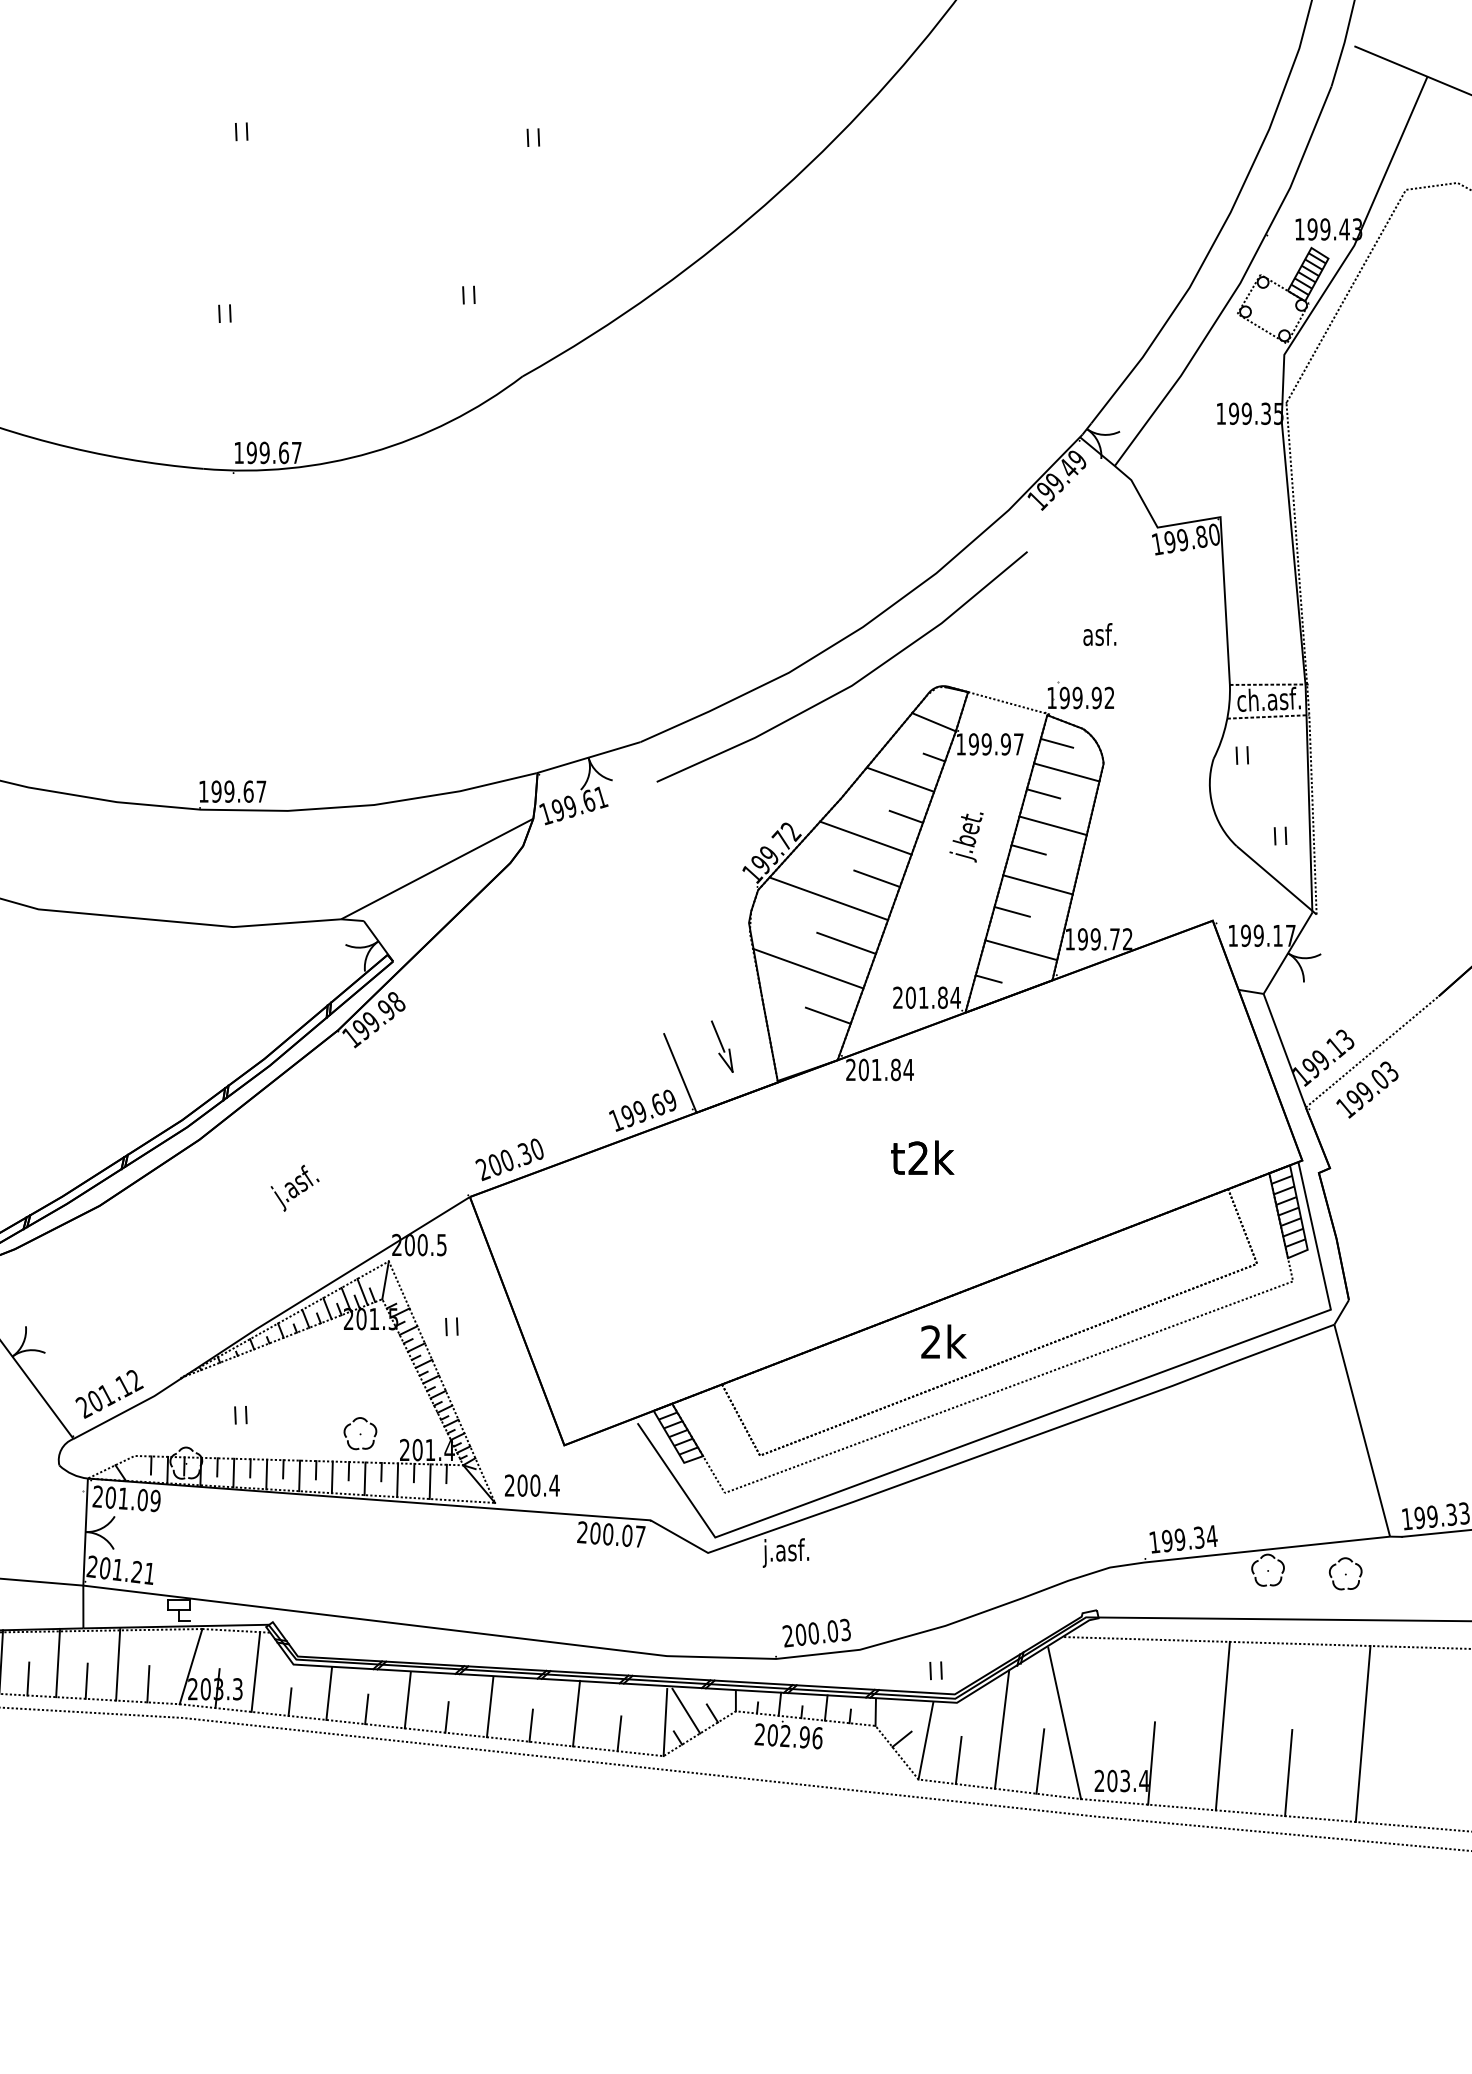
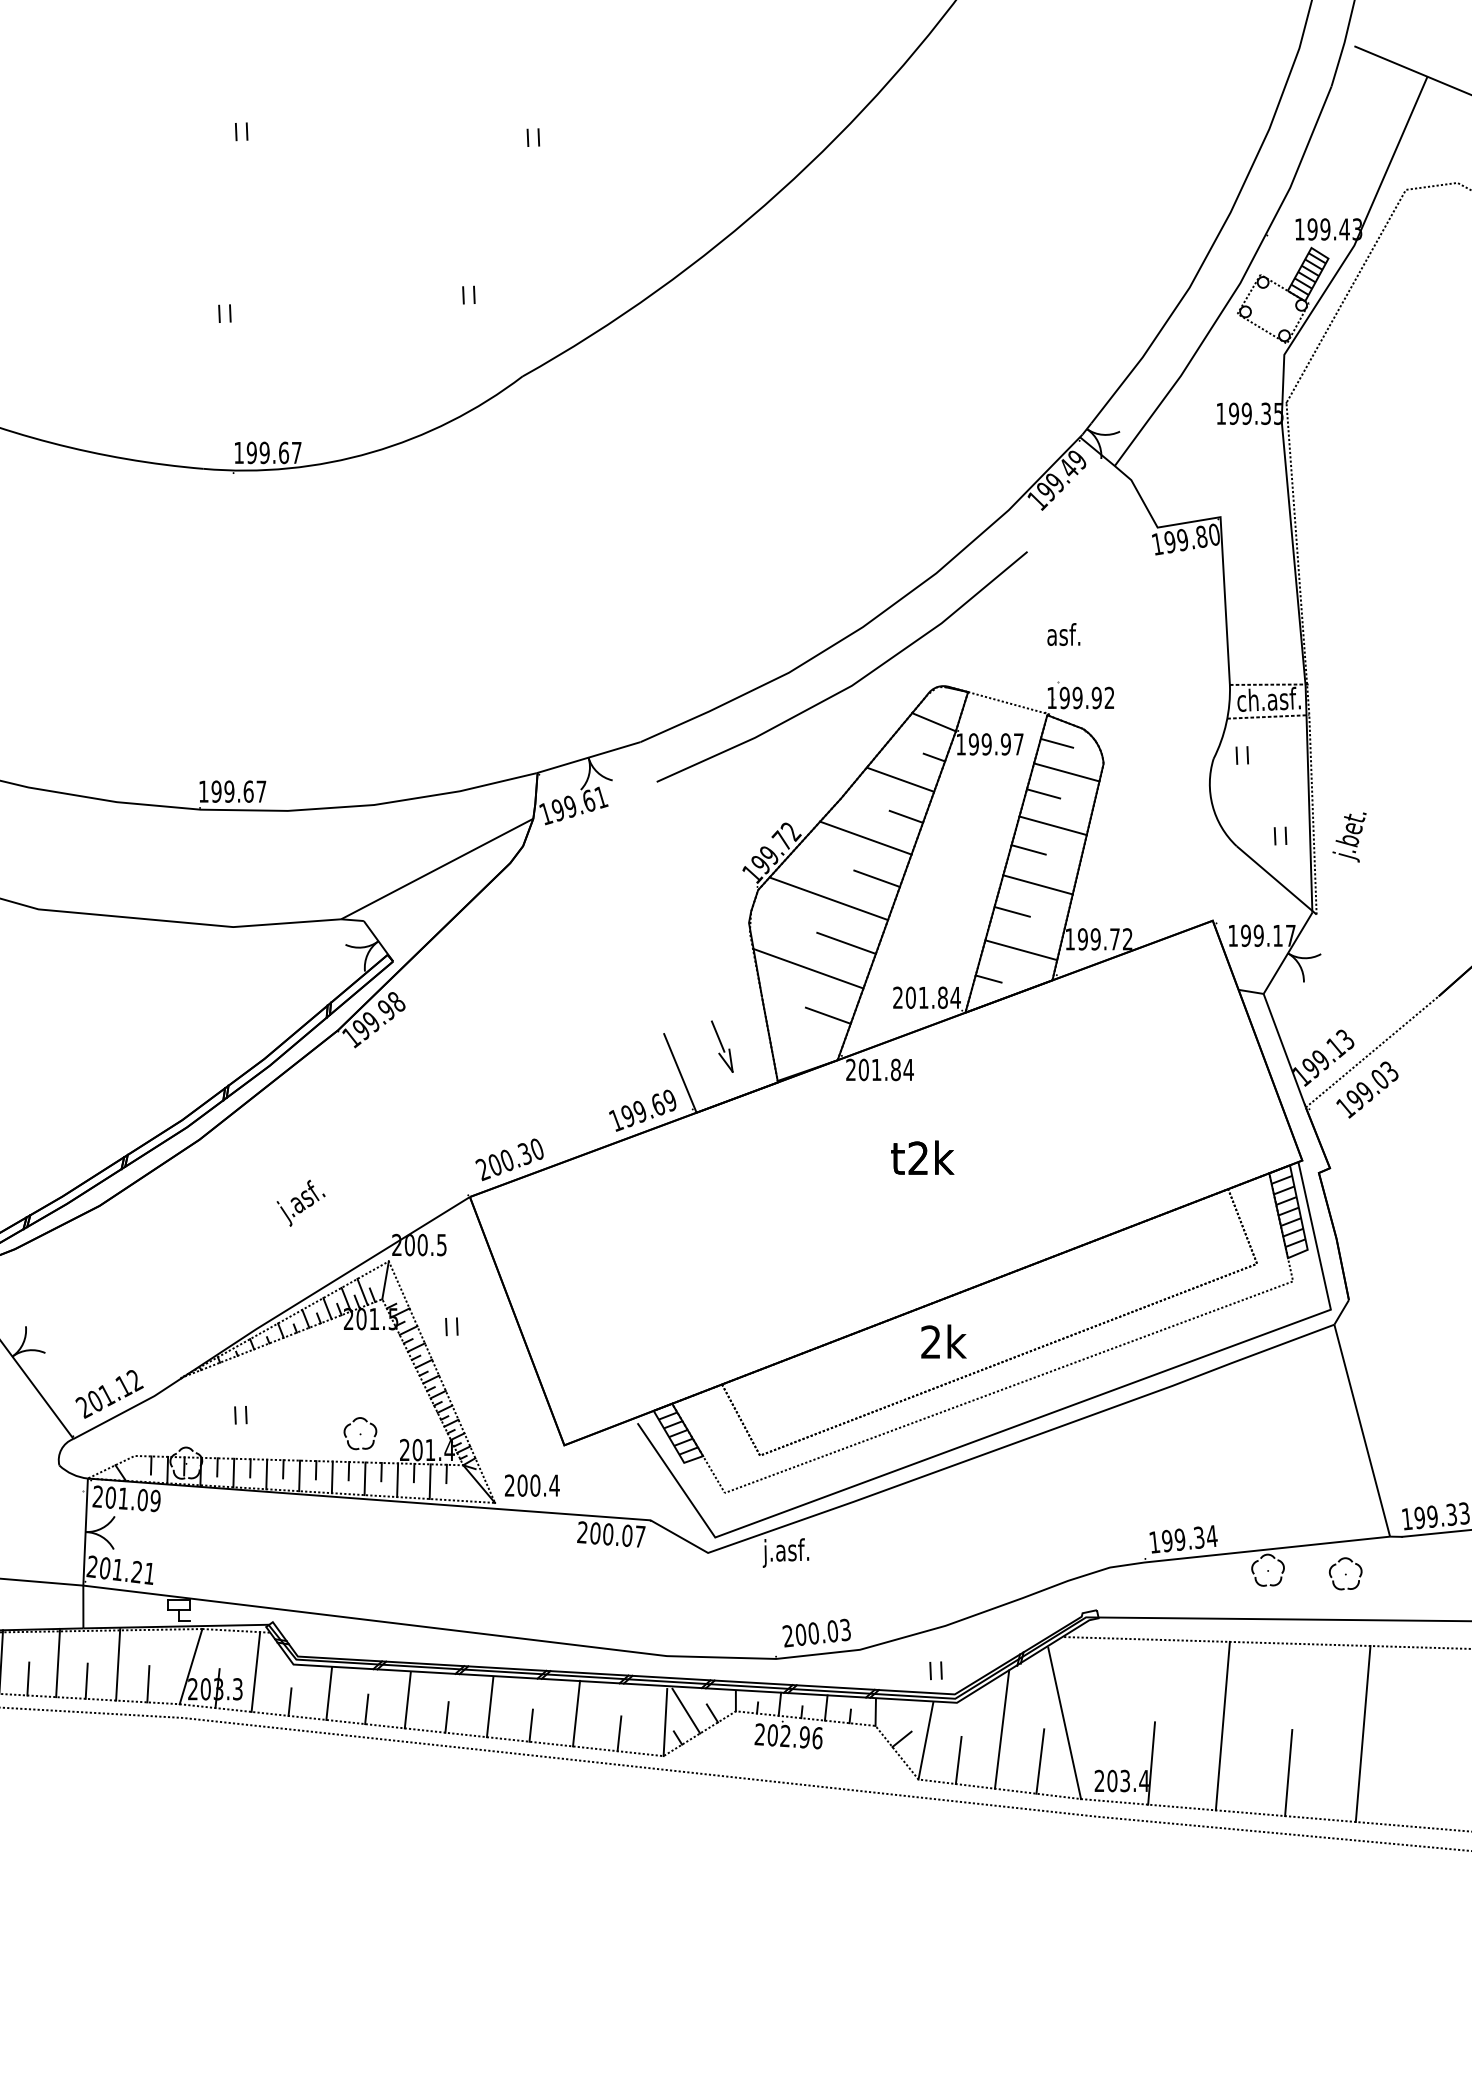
text at (1099, 634) position: (1099, 634) -> (1063, 634)
text at (966, 837) position: (966, 837) -> (1349, 837)
text at (294, 1187) position: (294, 1187) -> (300, 1202)
